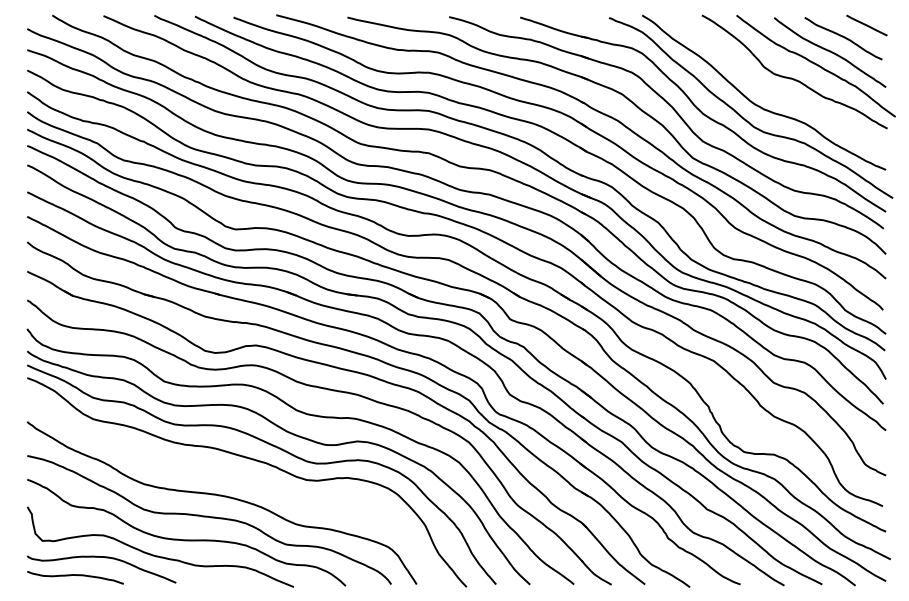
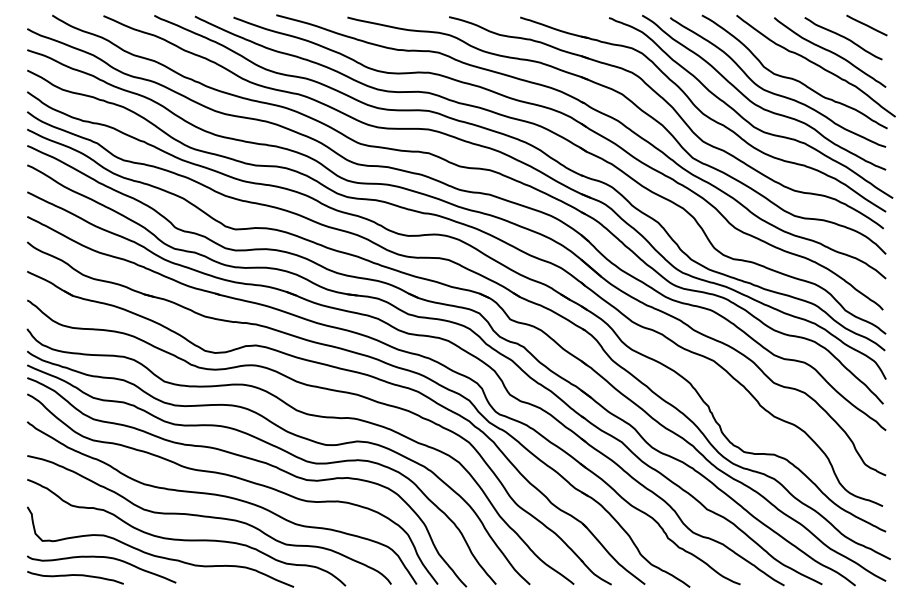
curve at (773, 92): none -> present
curve at (236, 478): none -> present
